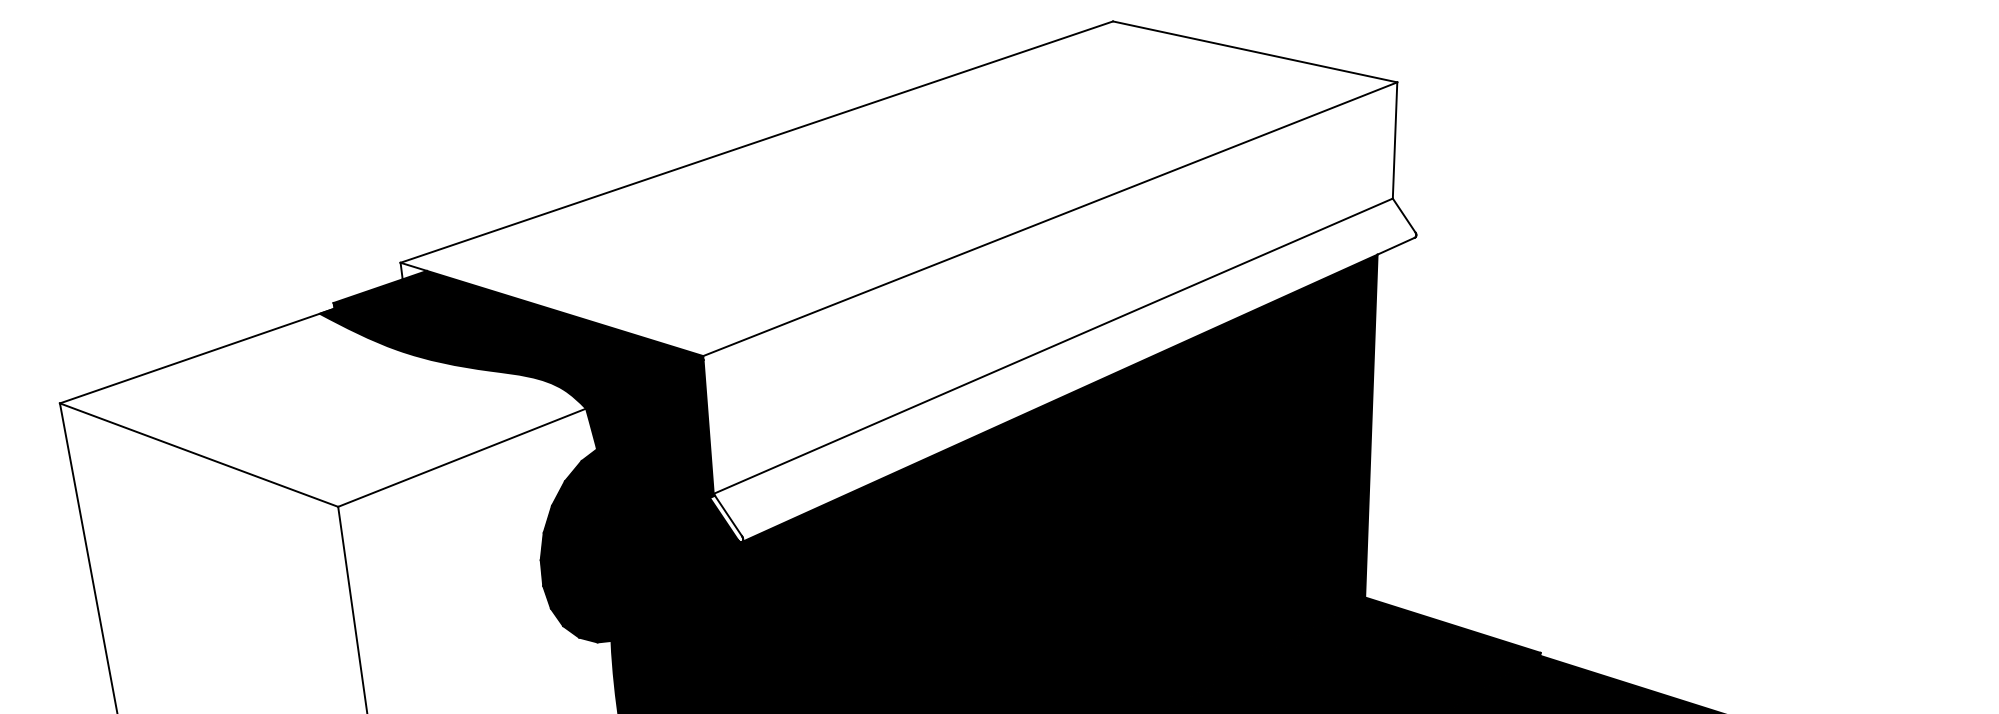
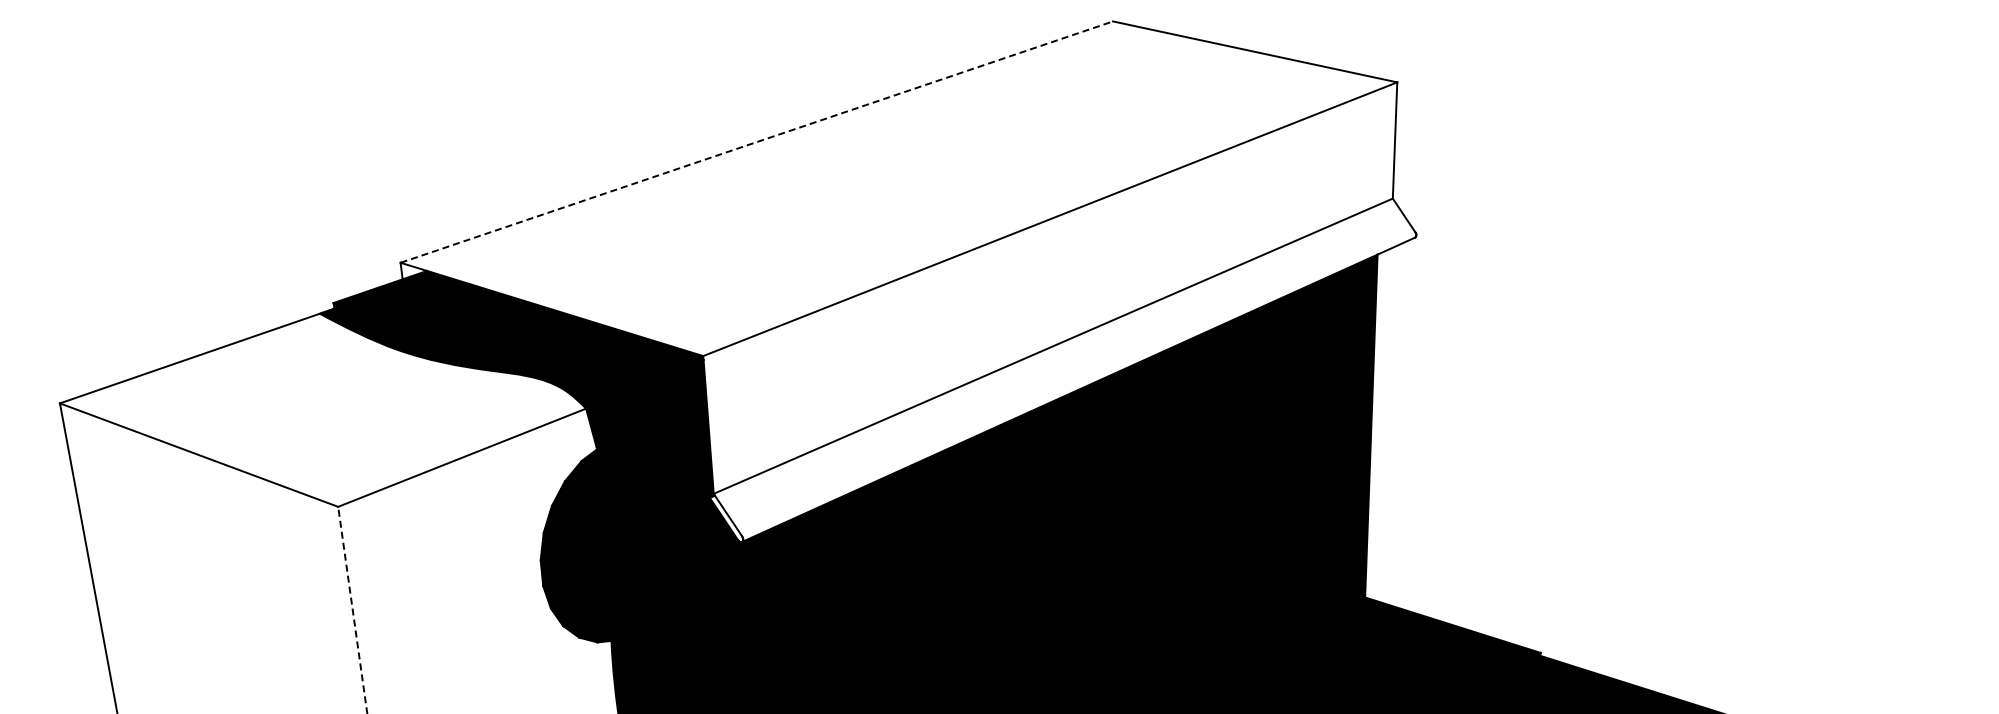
line at (757, 141): solid -> dashed
line at (352, 609): solid -> dashed
